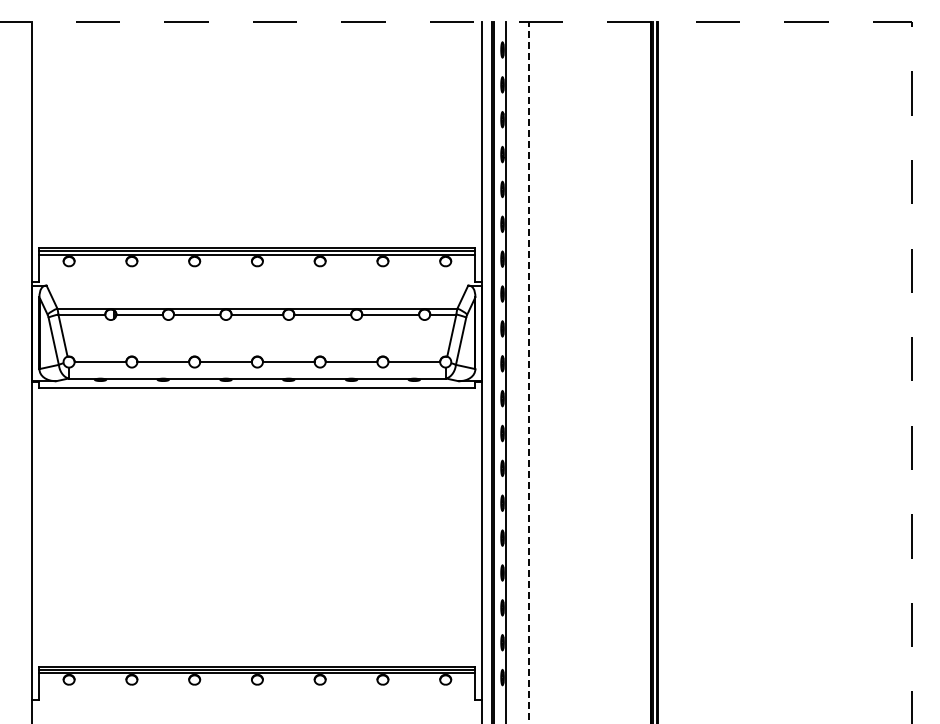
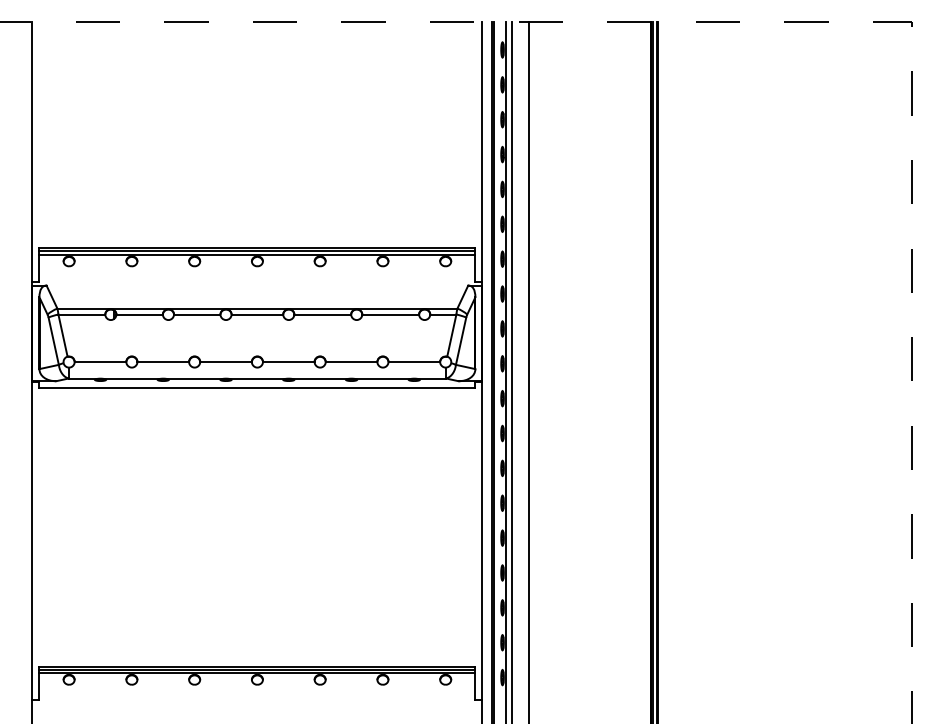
line at (511, 370): none -> present
line at (529, 372): dashed -> solid
